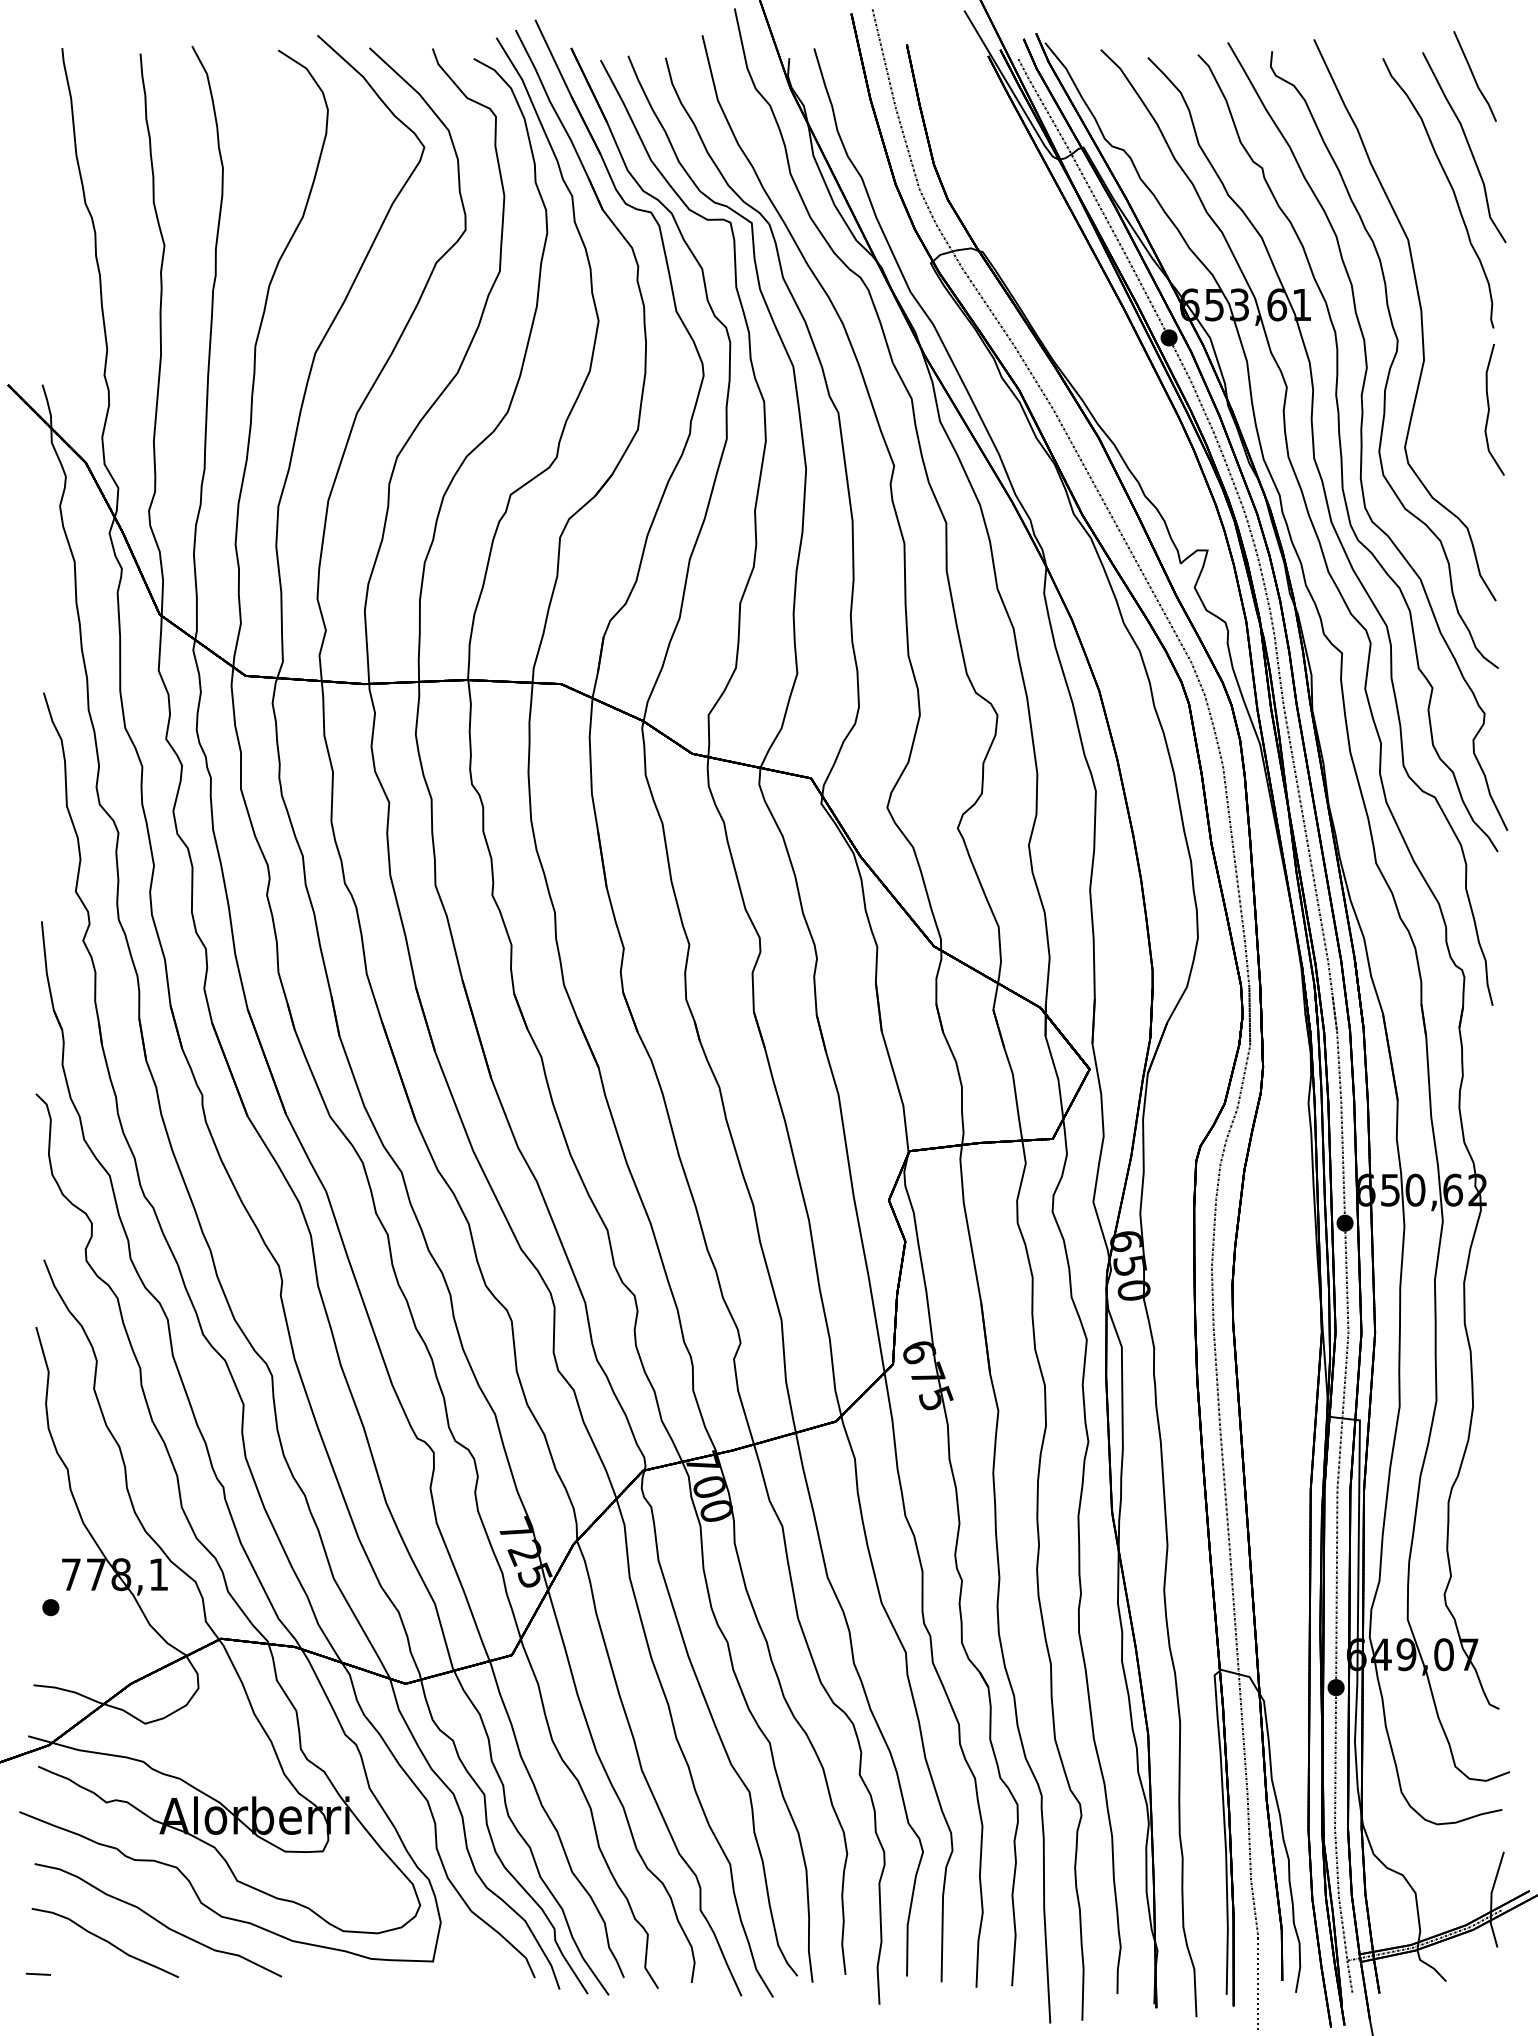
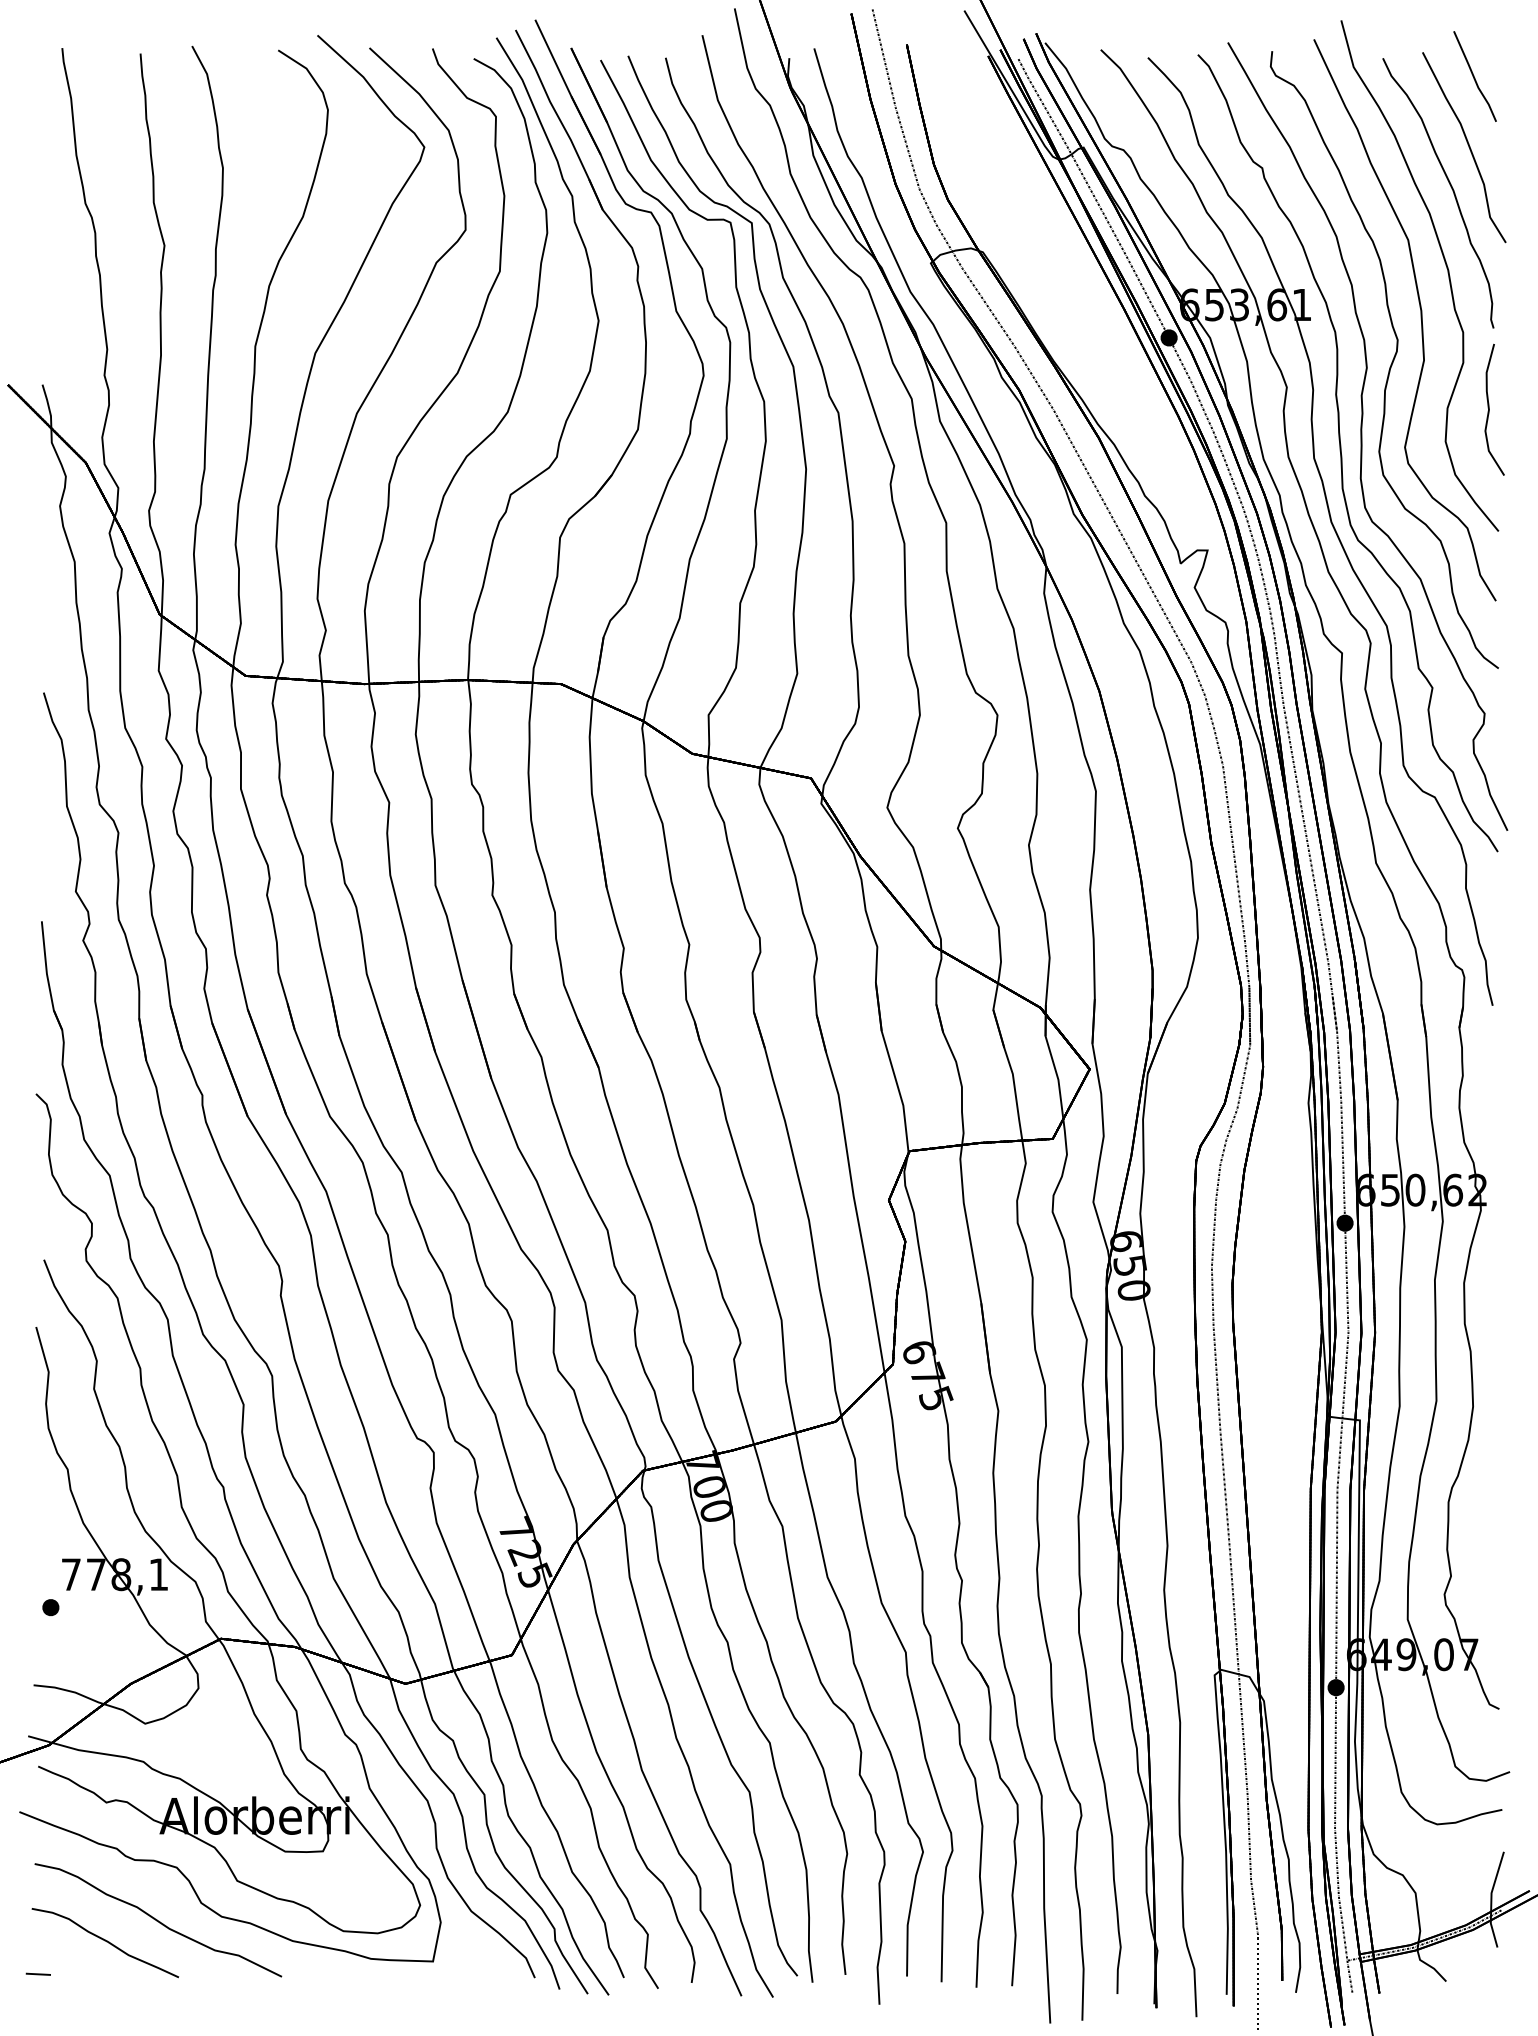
curve at (1445, 265): none -> present
